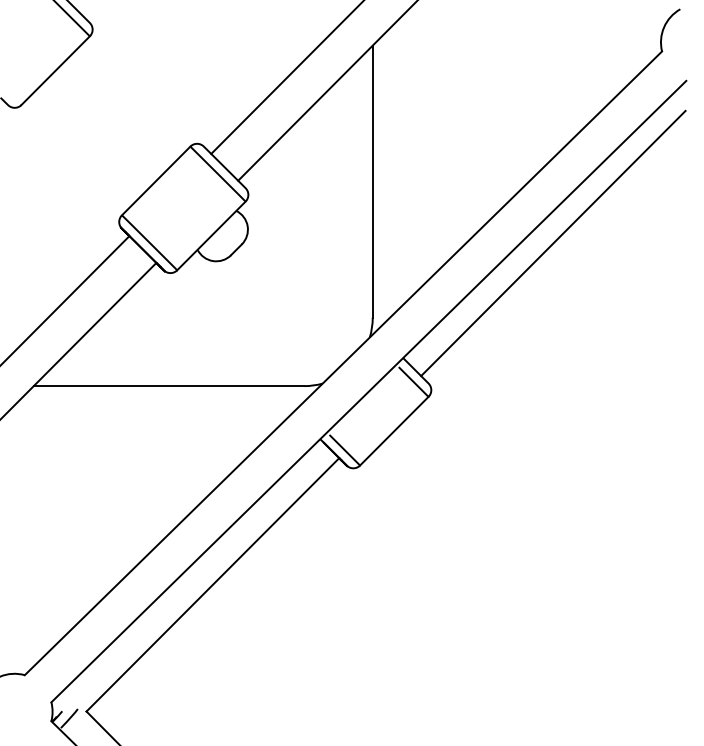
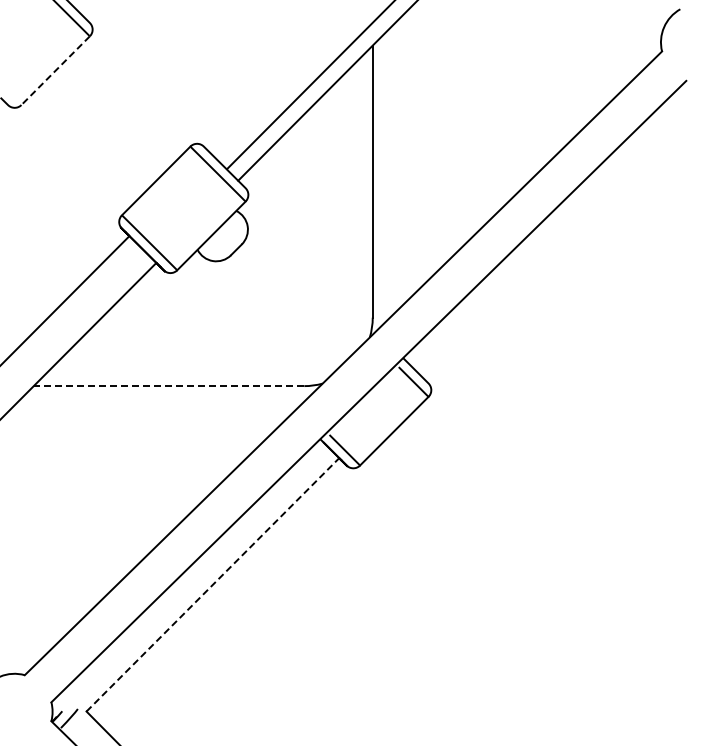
line at (55, 71): solid -> dashed
line at (286, 77) position: (286, 77) -> (310, 85)
line at (553, 243): present -> none
line at (168, 386): solid -> dashed
line at (212, 584): solid -> dashed
